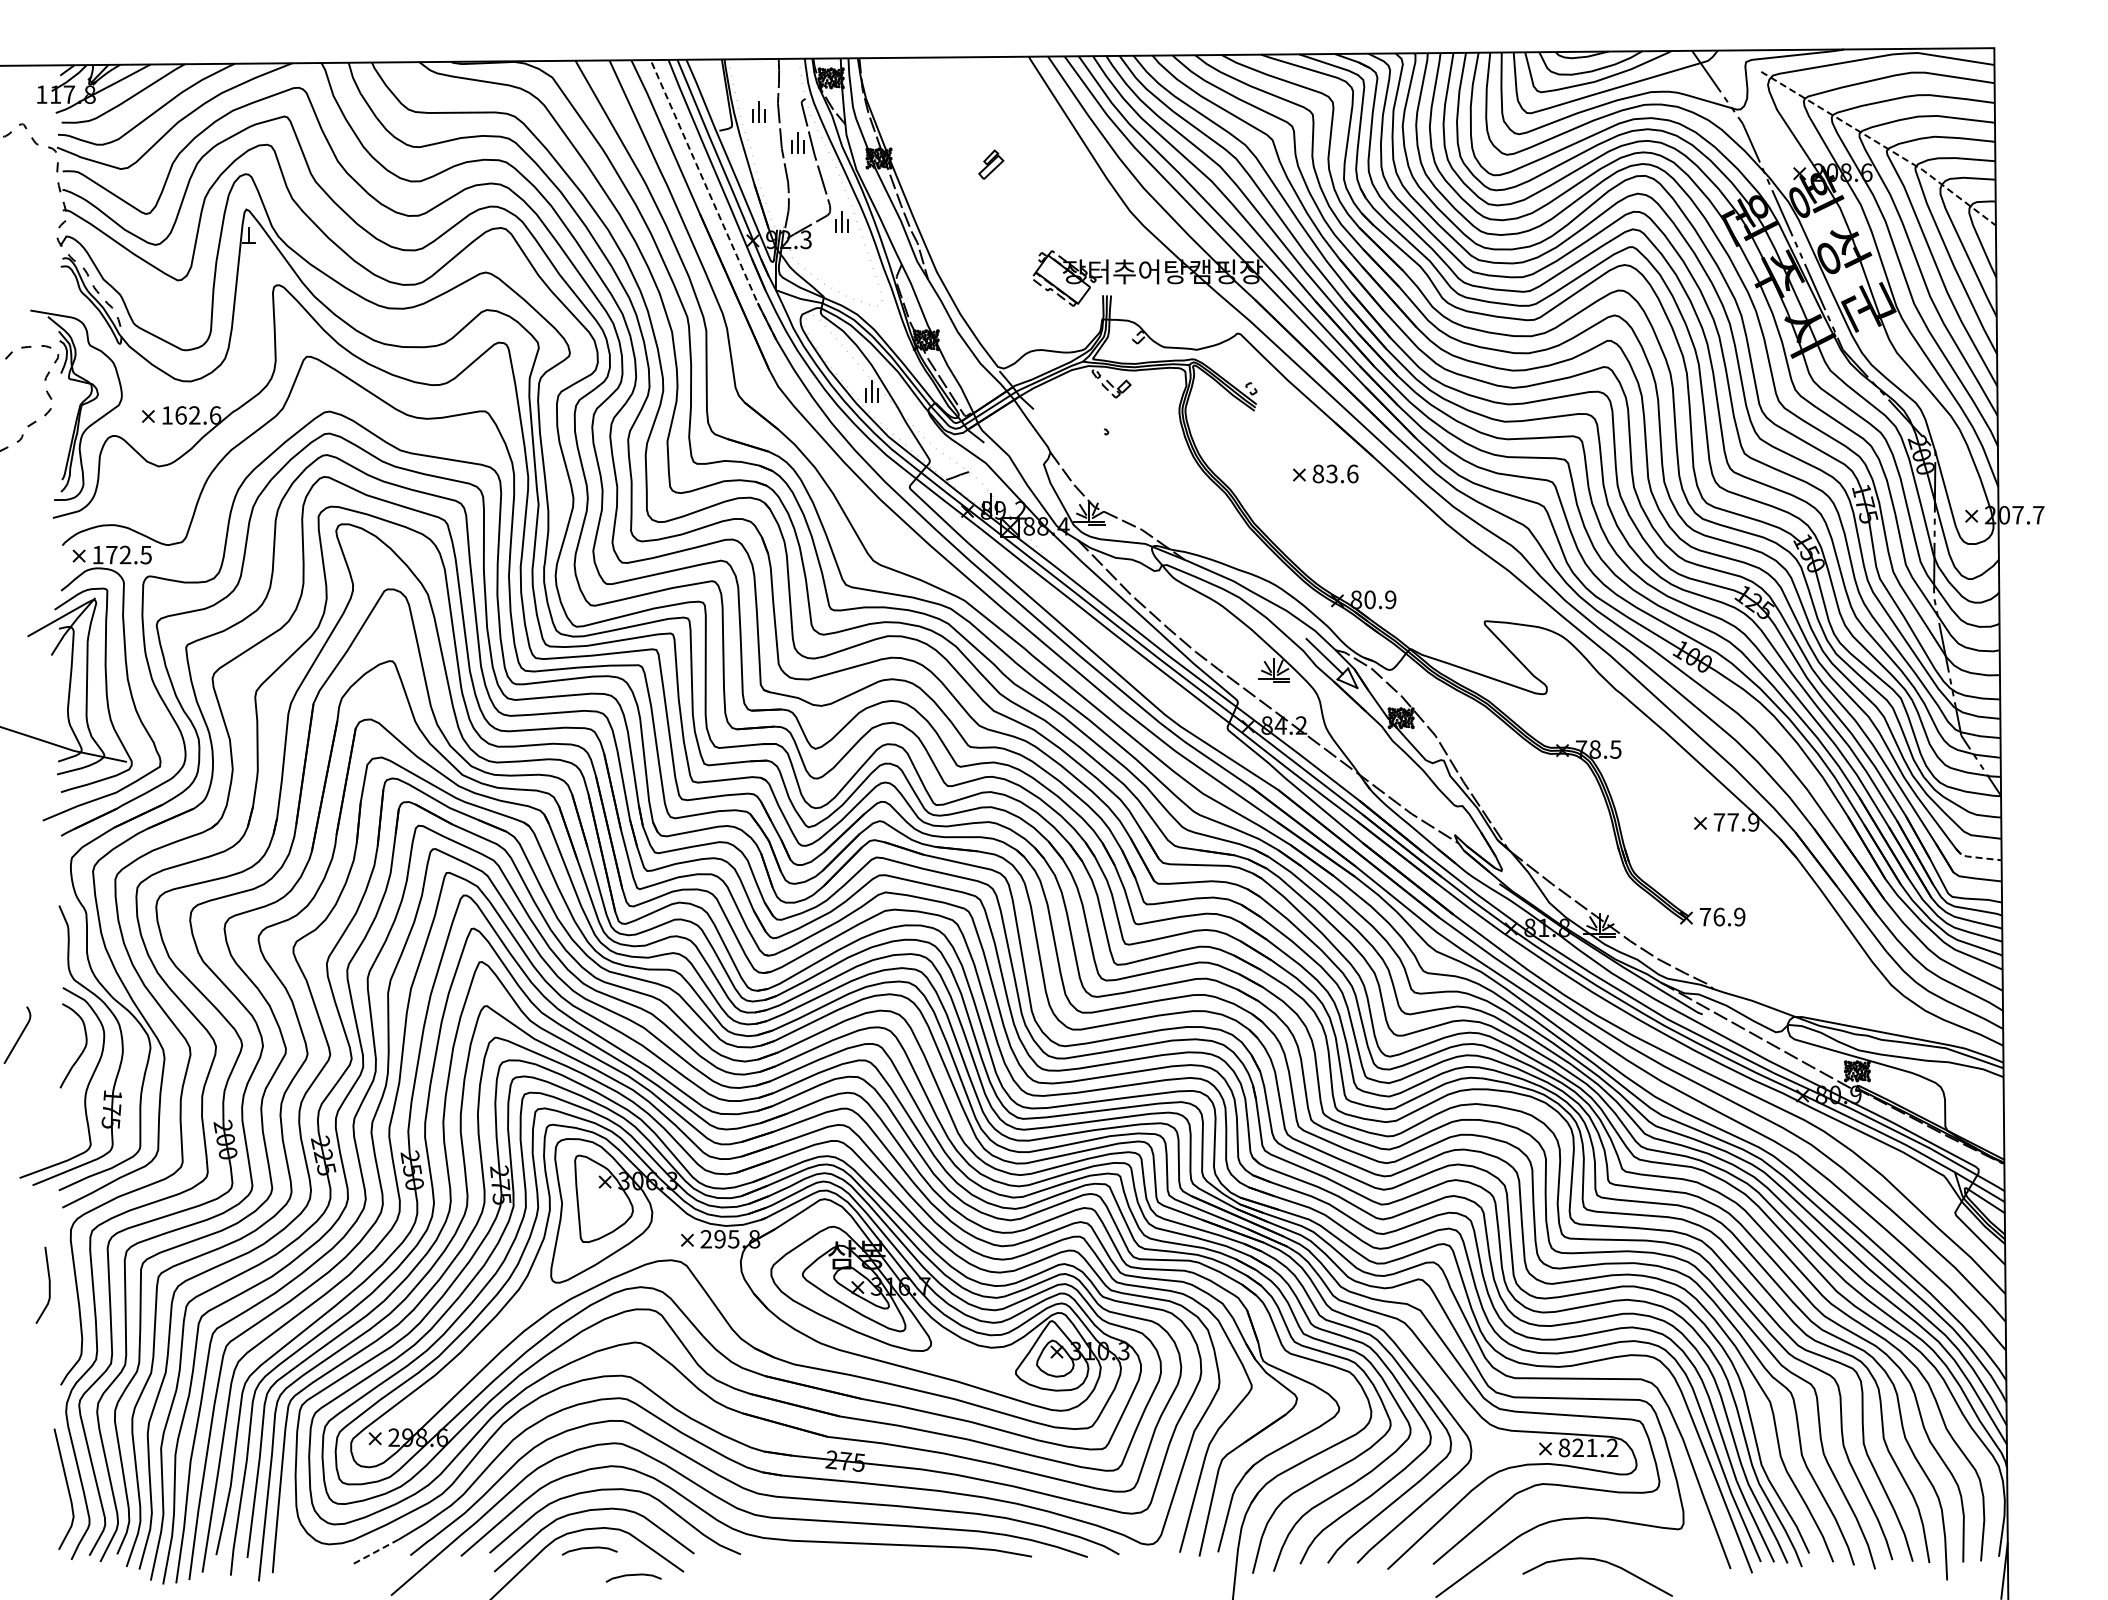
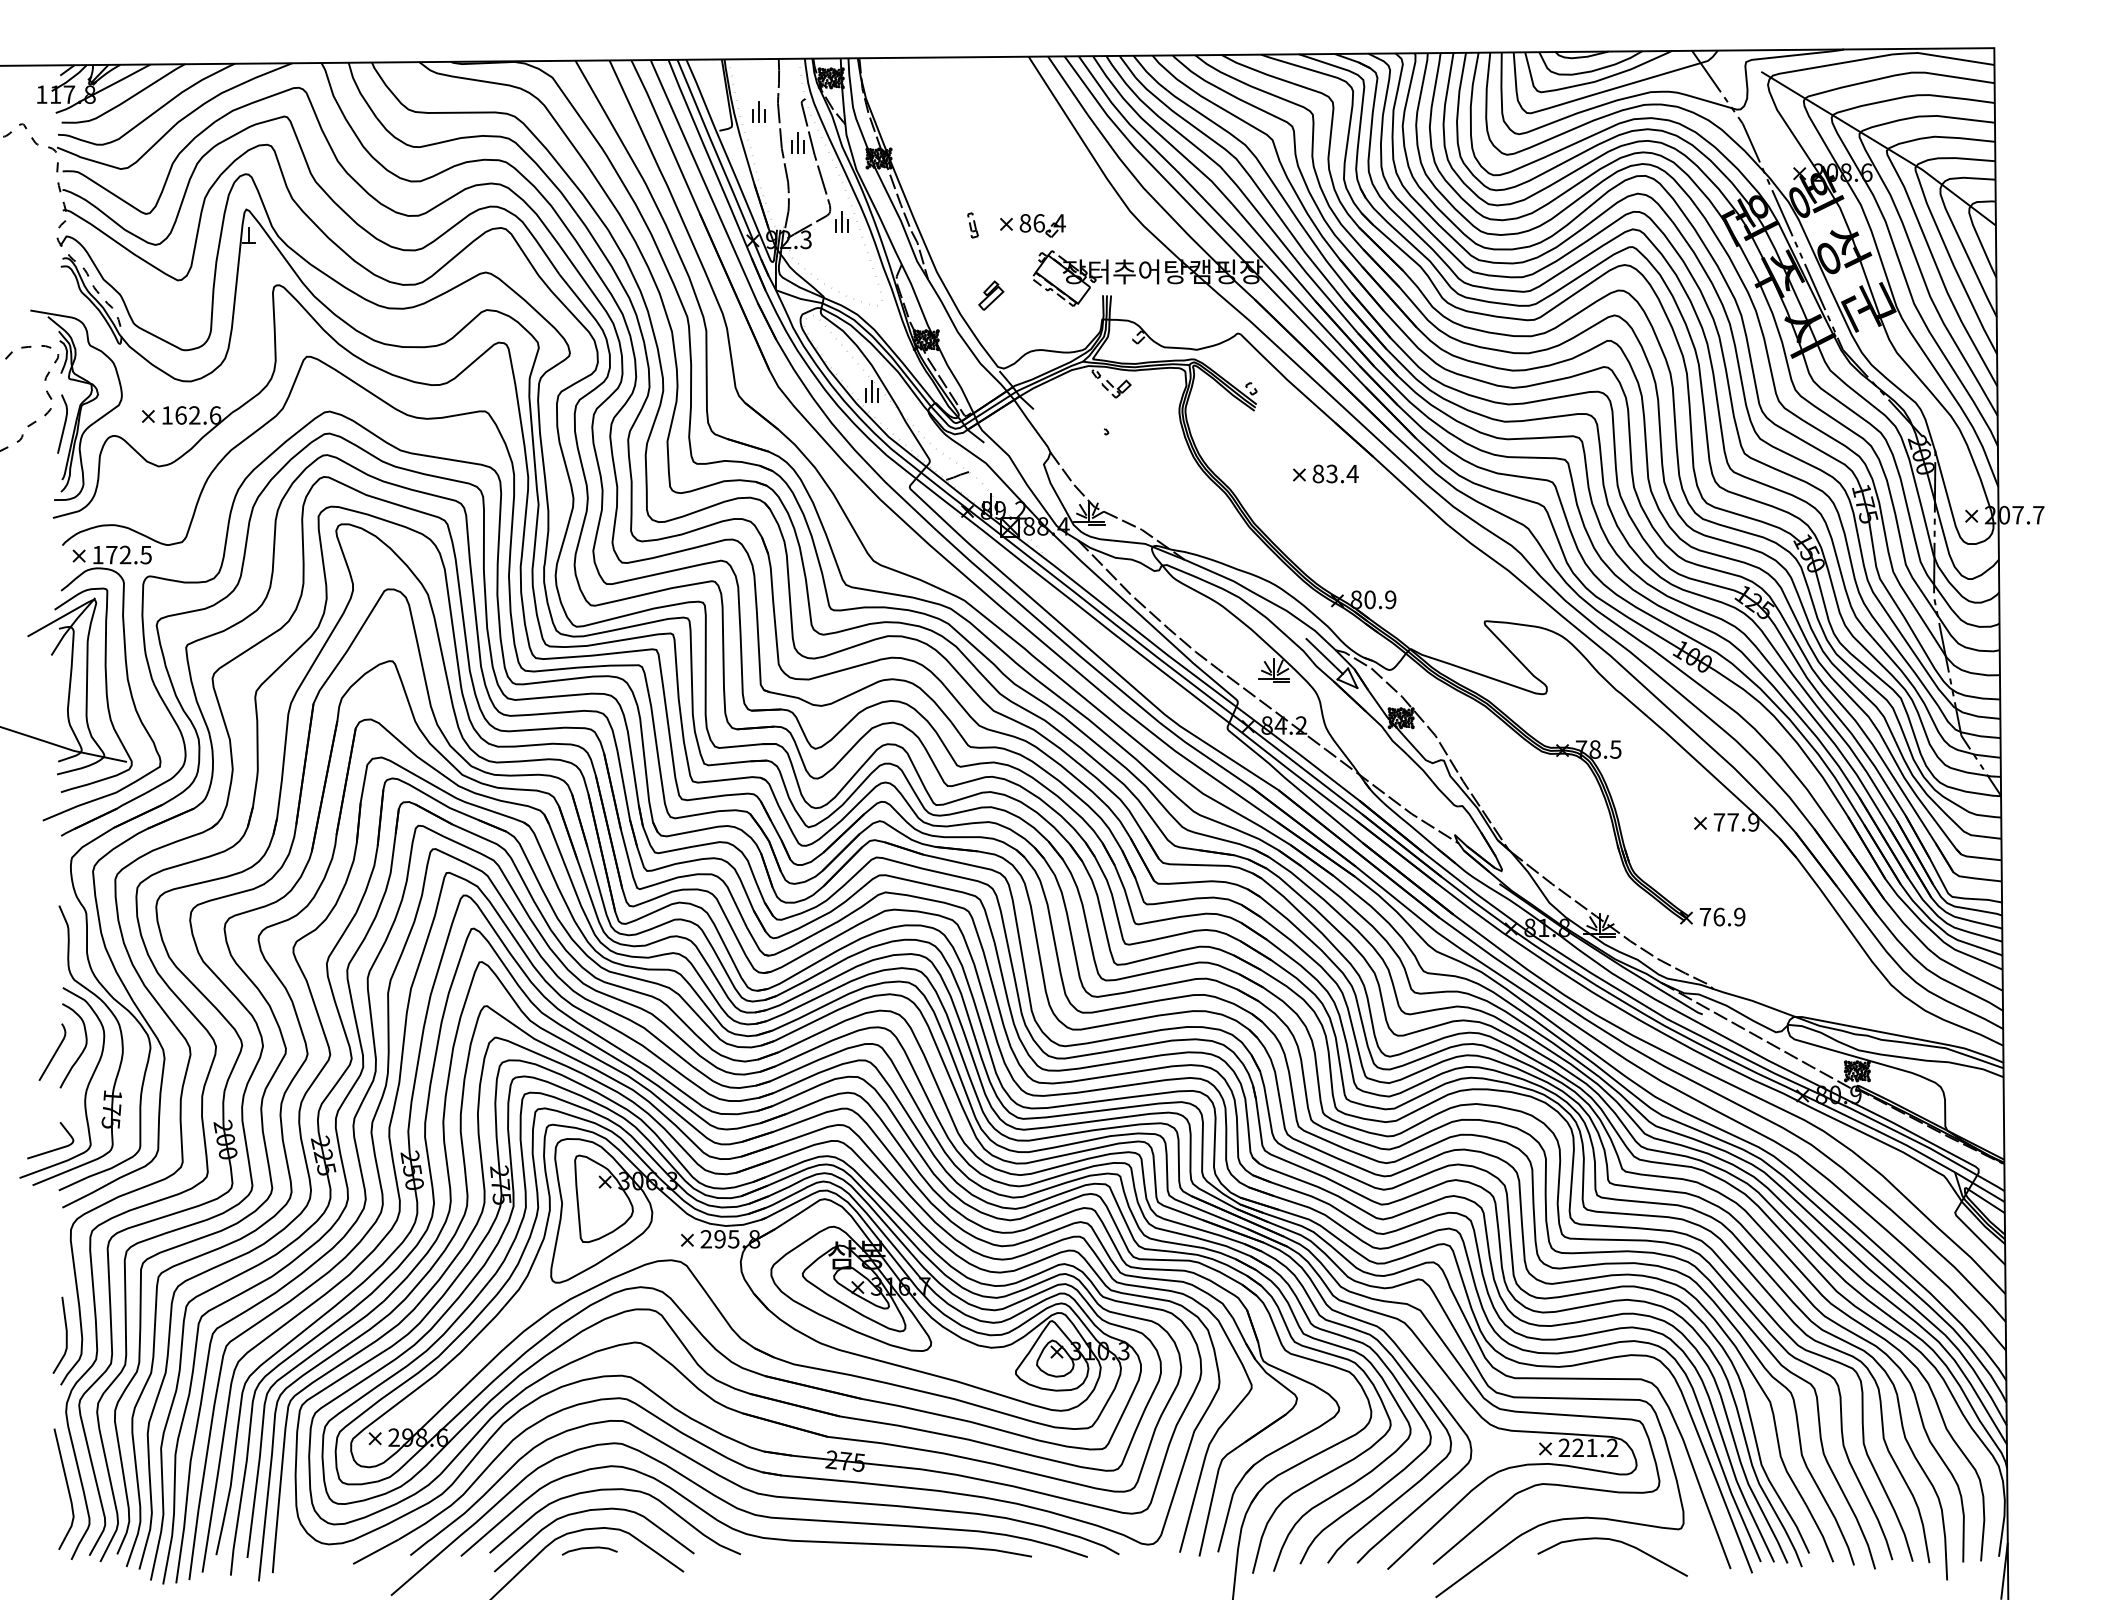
line at (1882, 145): dashed -> solid
part at (991, 164) position: (991, 164) -> (991, 295)
line at (712, 200): dashed -> solid
part at (972, 225): none -> present
part at (1032, 225): none -> present
curve at (63, 424): none -> present
text at (1352, 473): 83.6 -> 83.4
line at (1976, 857): dashed -> solid
curve at (19, 1035) position: (19, 1035) -> (54, 1052)
curve at (52, 1149): none -> present
line at (48, 1284) position: (48, 1284) -> (65, 1334)
text at (1564, 1447): 821.2 -> 221.2
line at (375, 1551): dashed -> solid
curve at (1599, 1561) position: (1599, 1561) -> (1614, 1541)
curve at (633, 1575): present -> none
